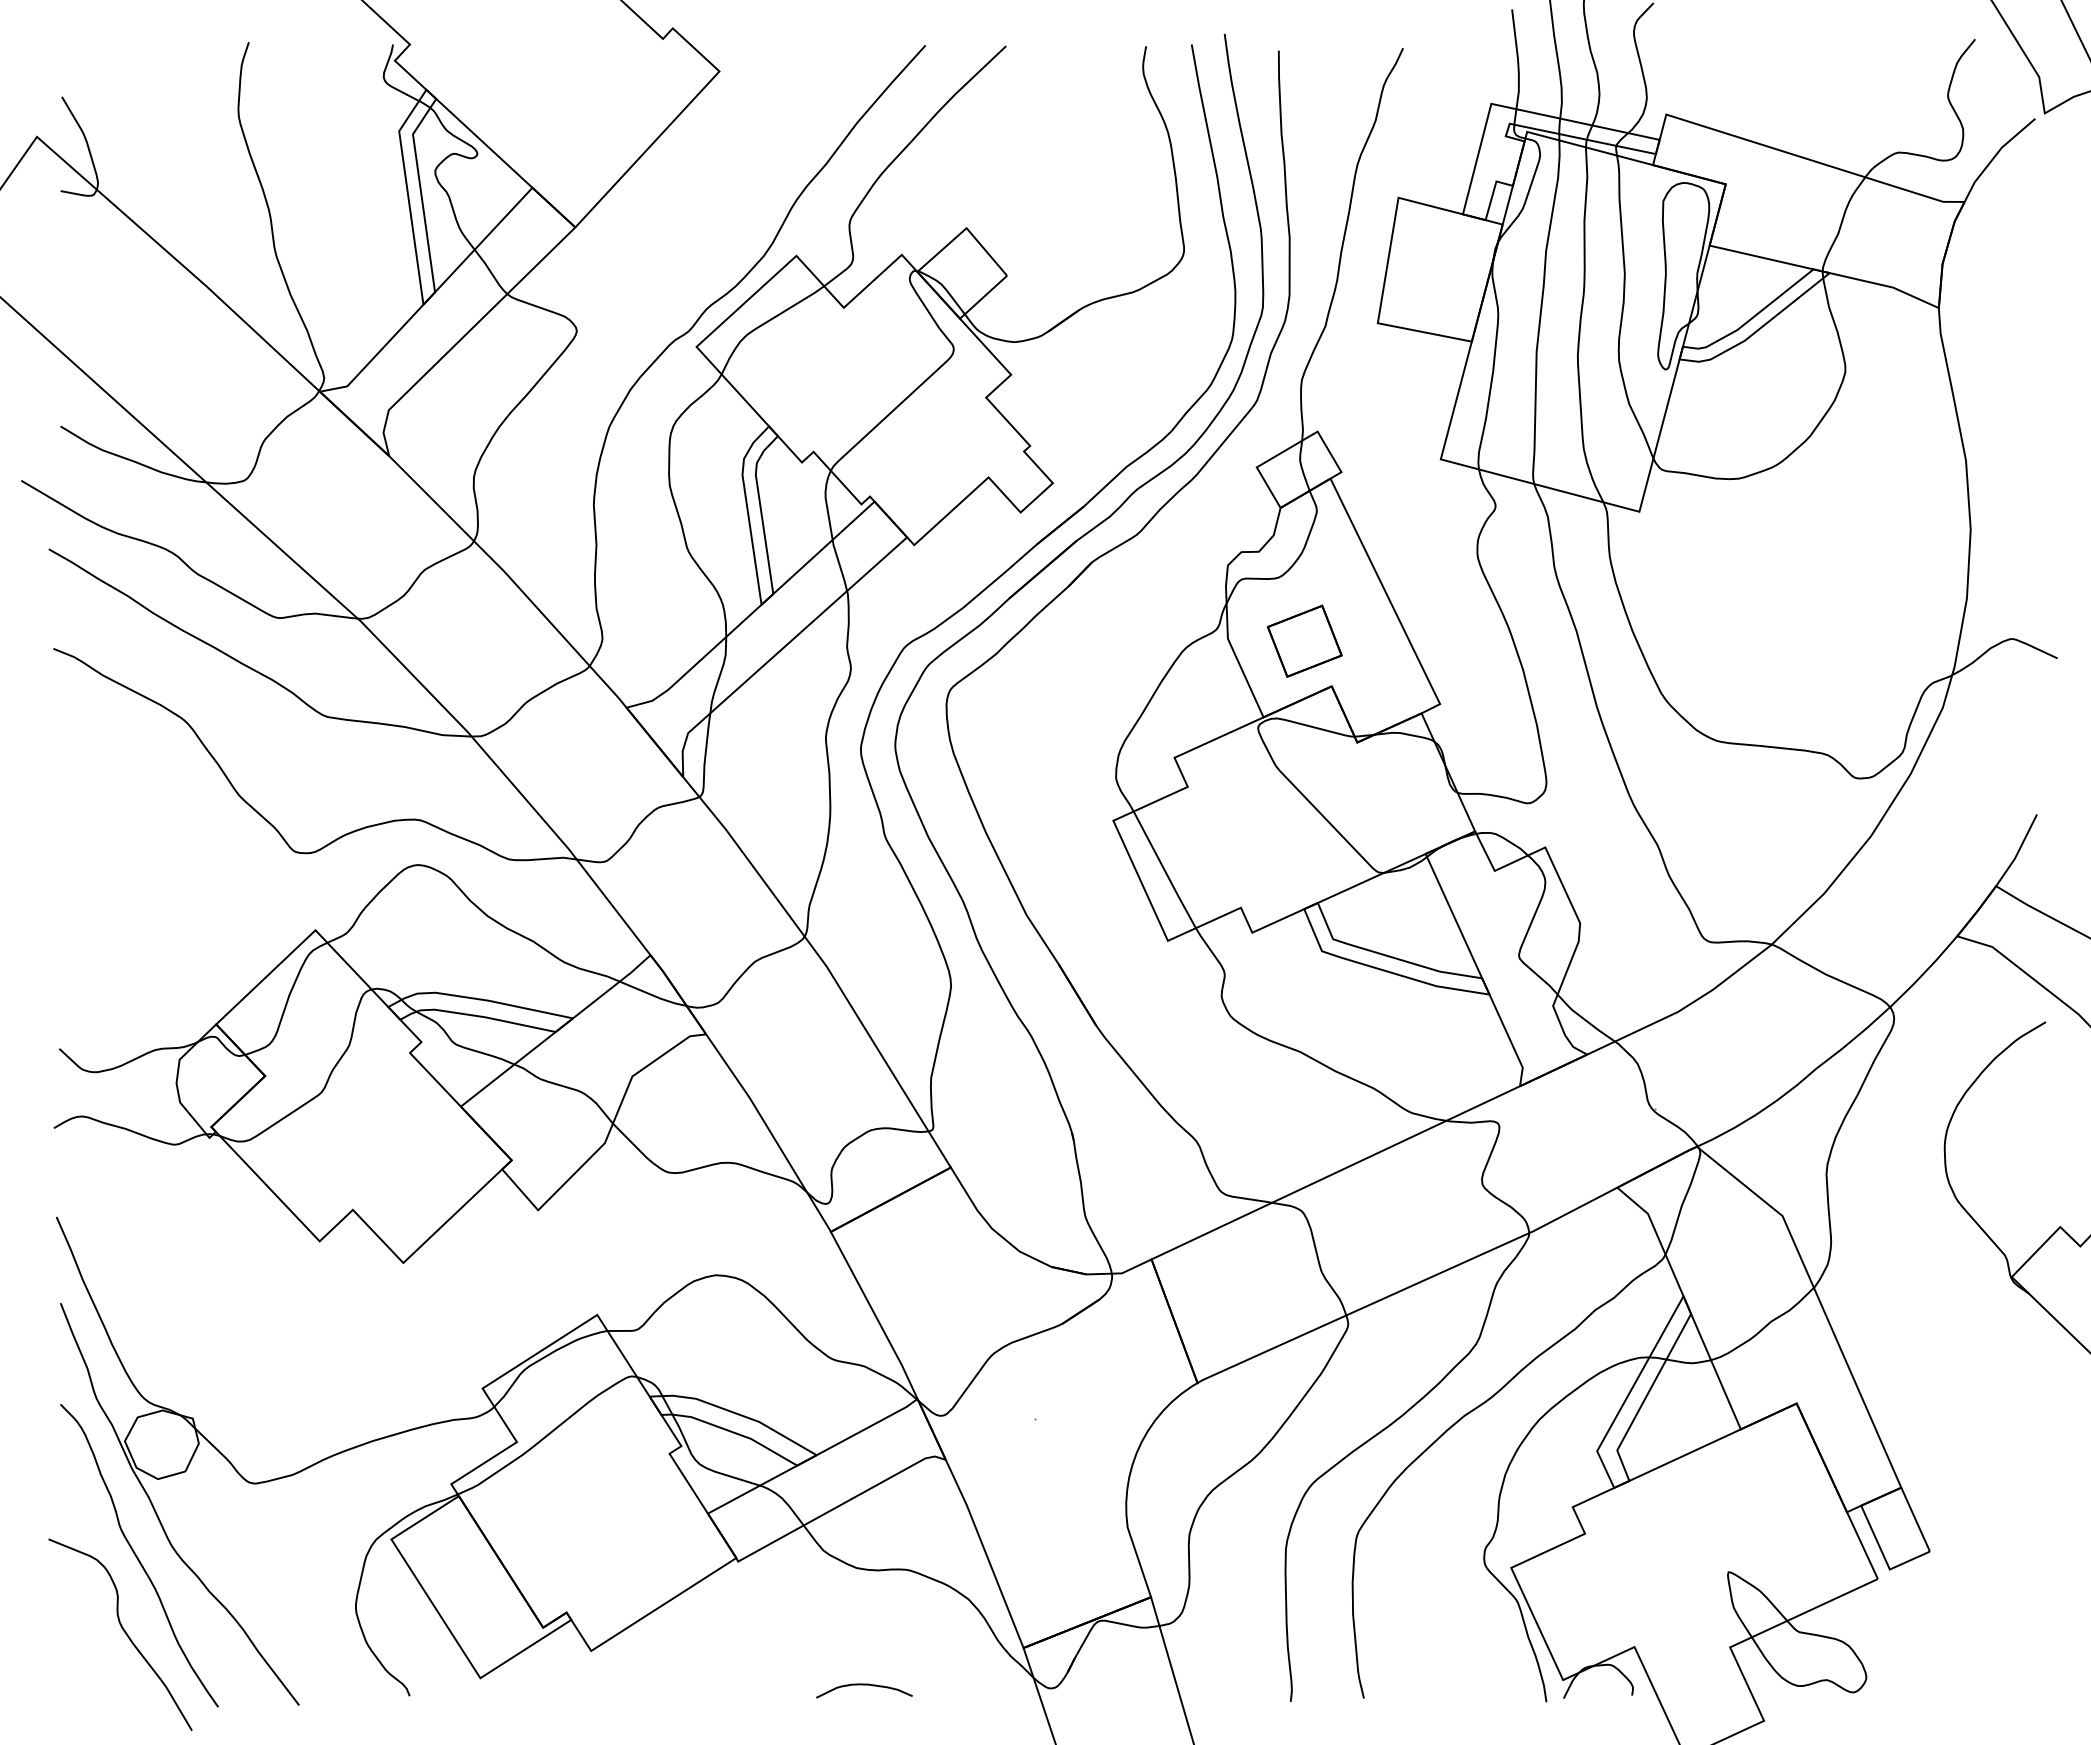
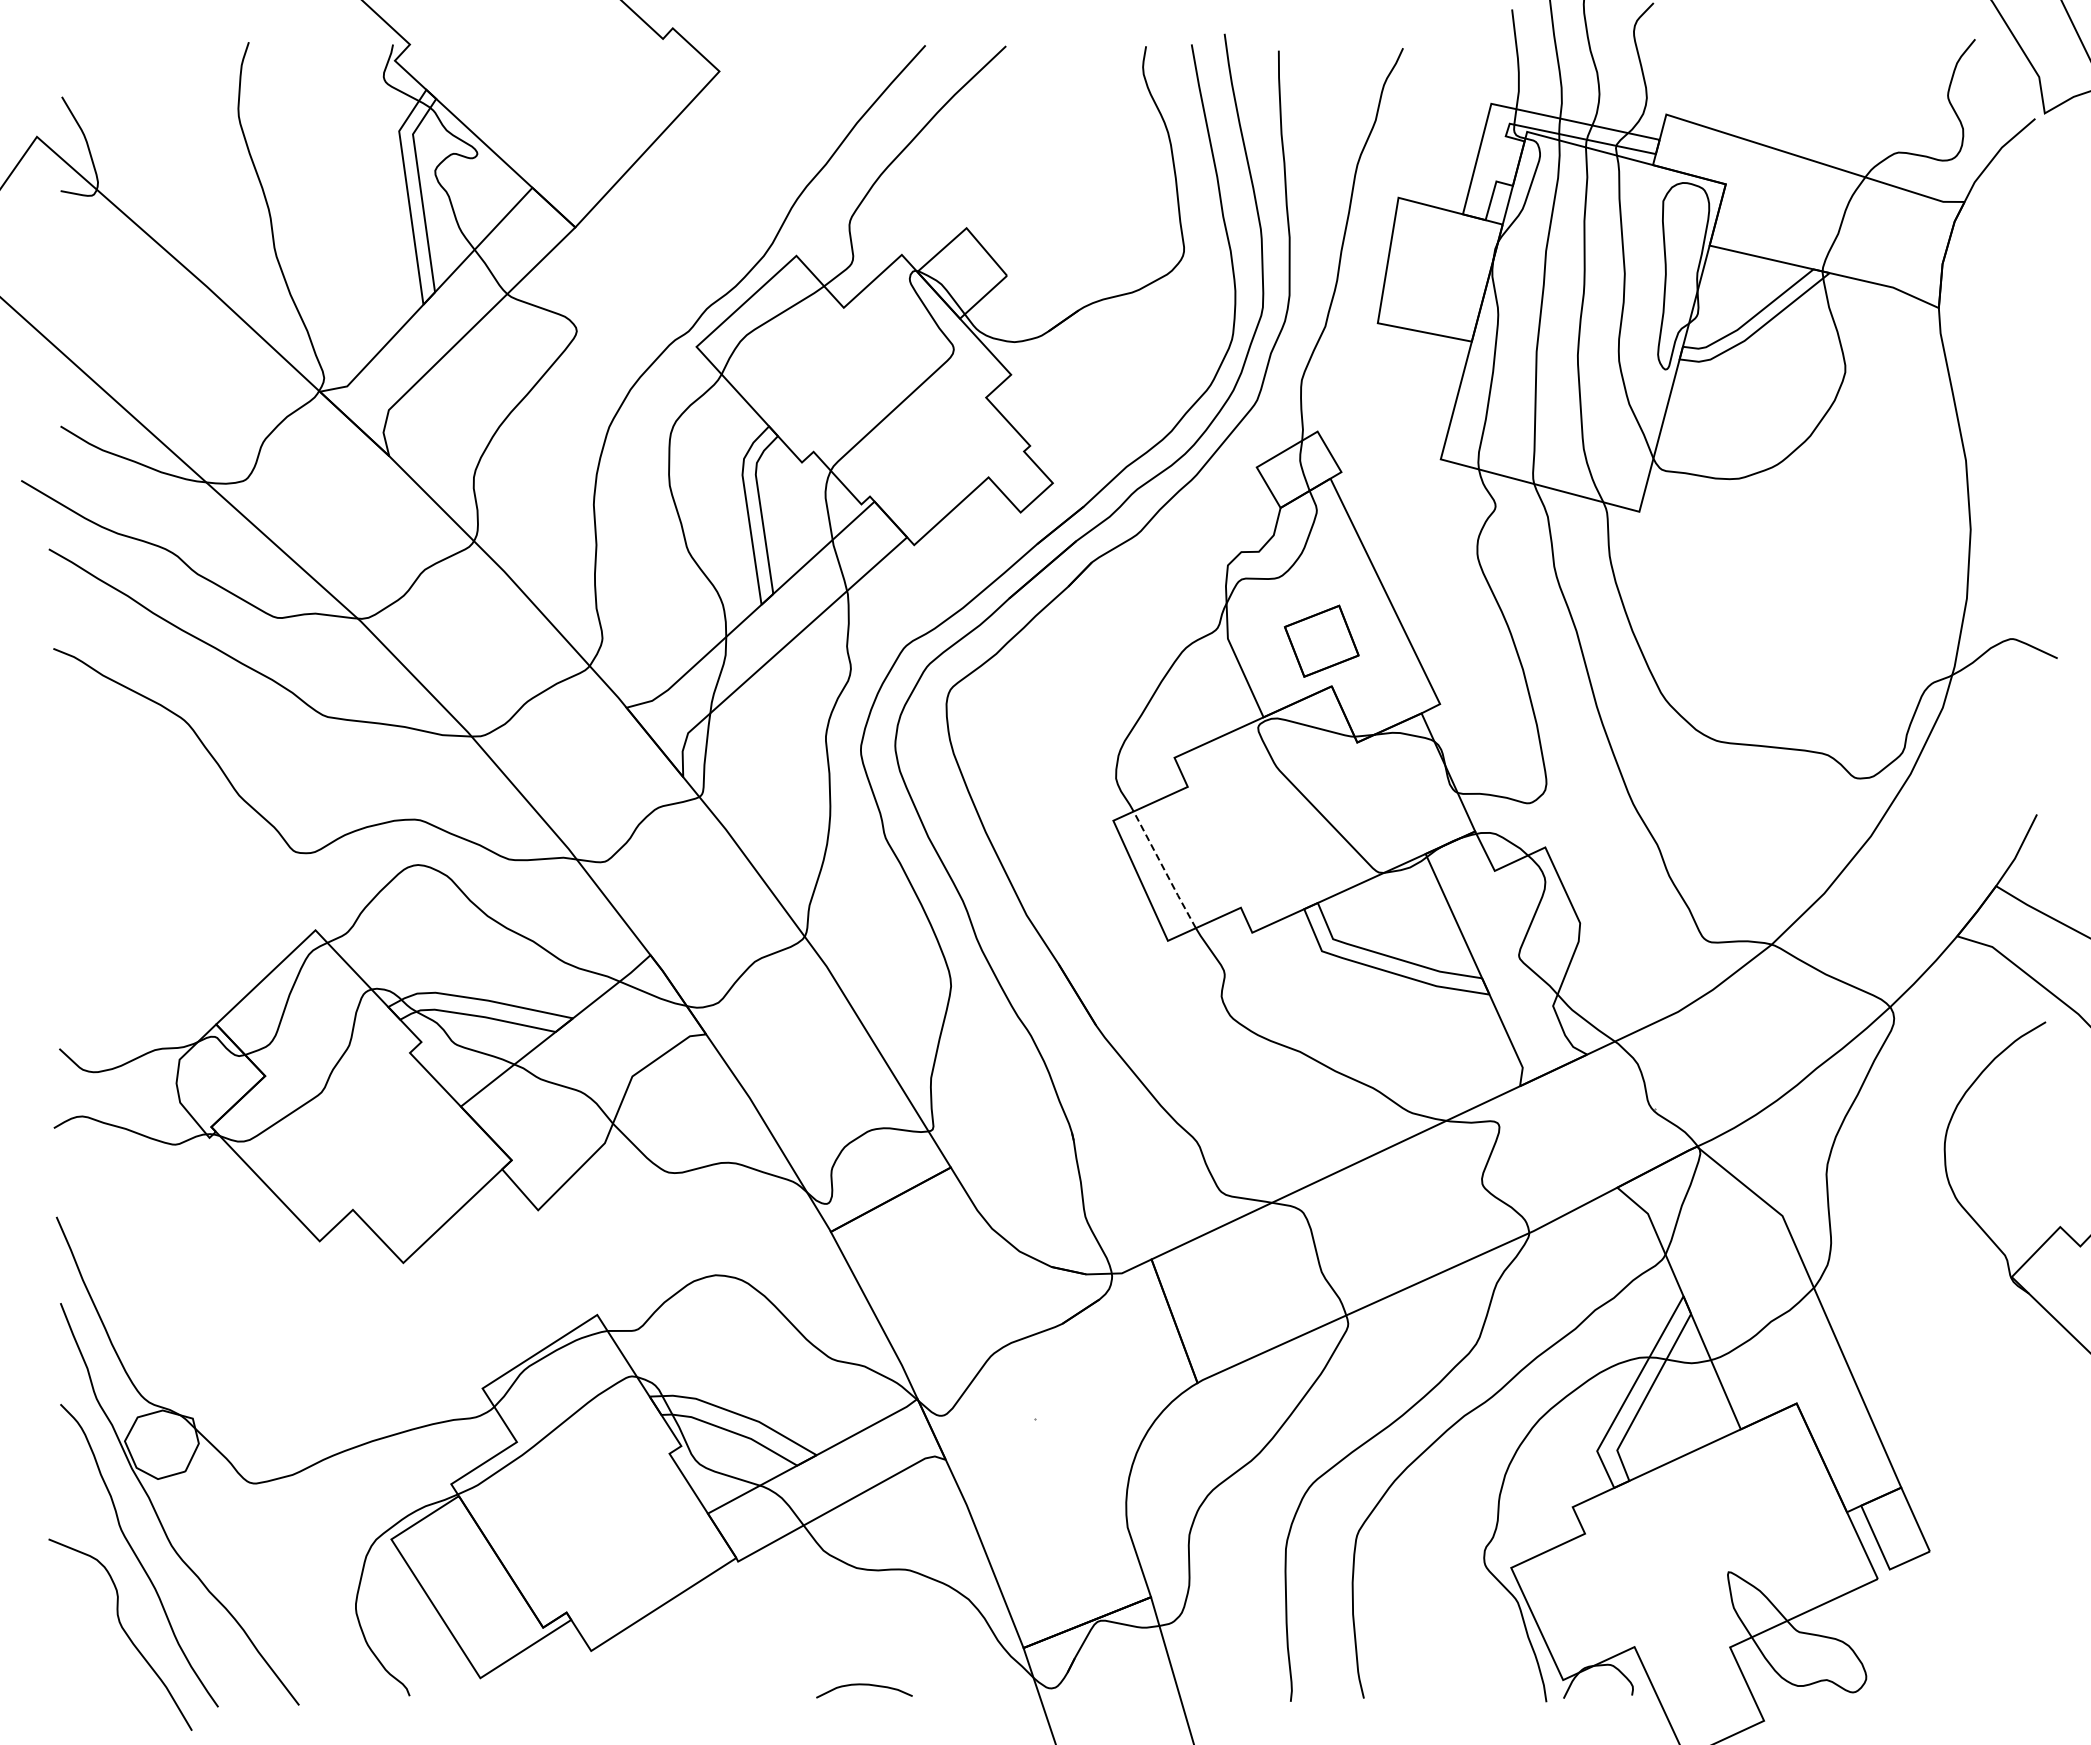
part at (1304, 640) position: (1304, 640) -> (1321, 640)
line at (1164, 870): solid -> dashed
